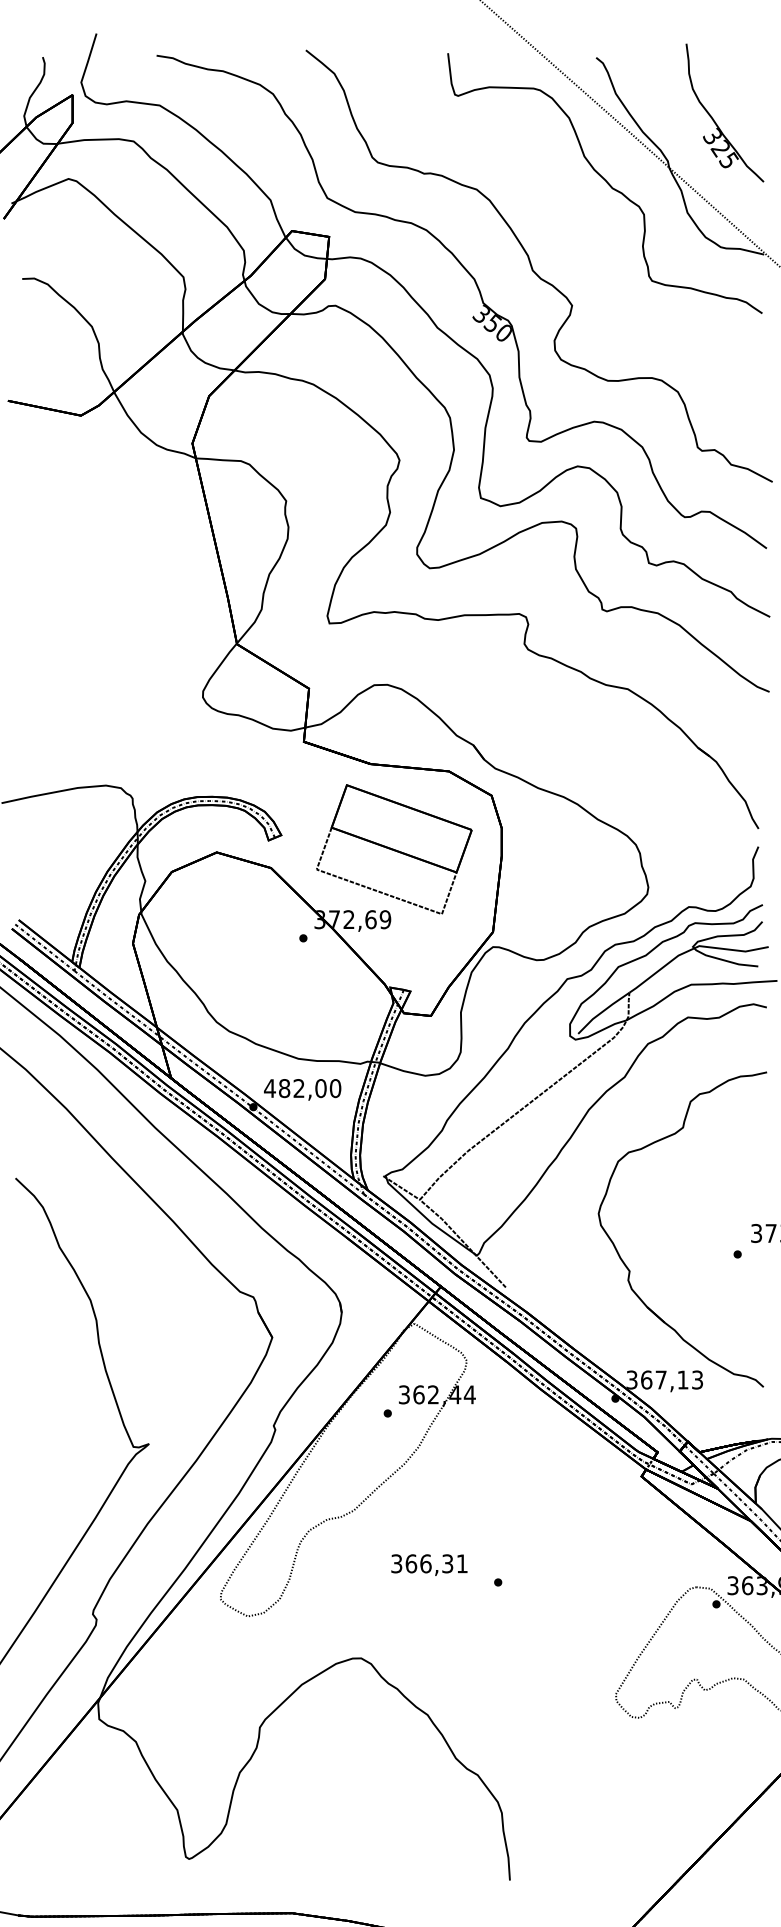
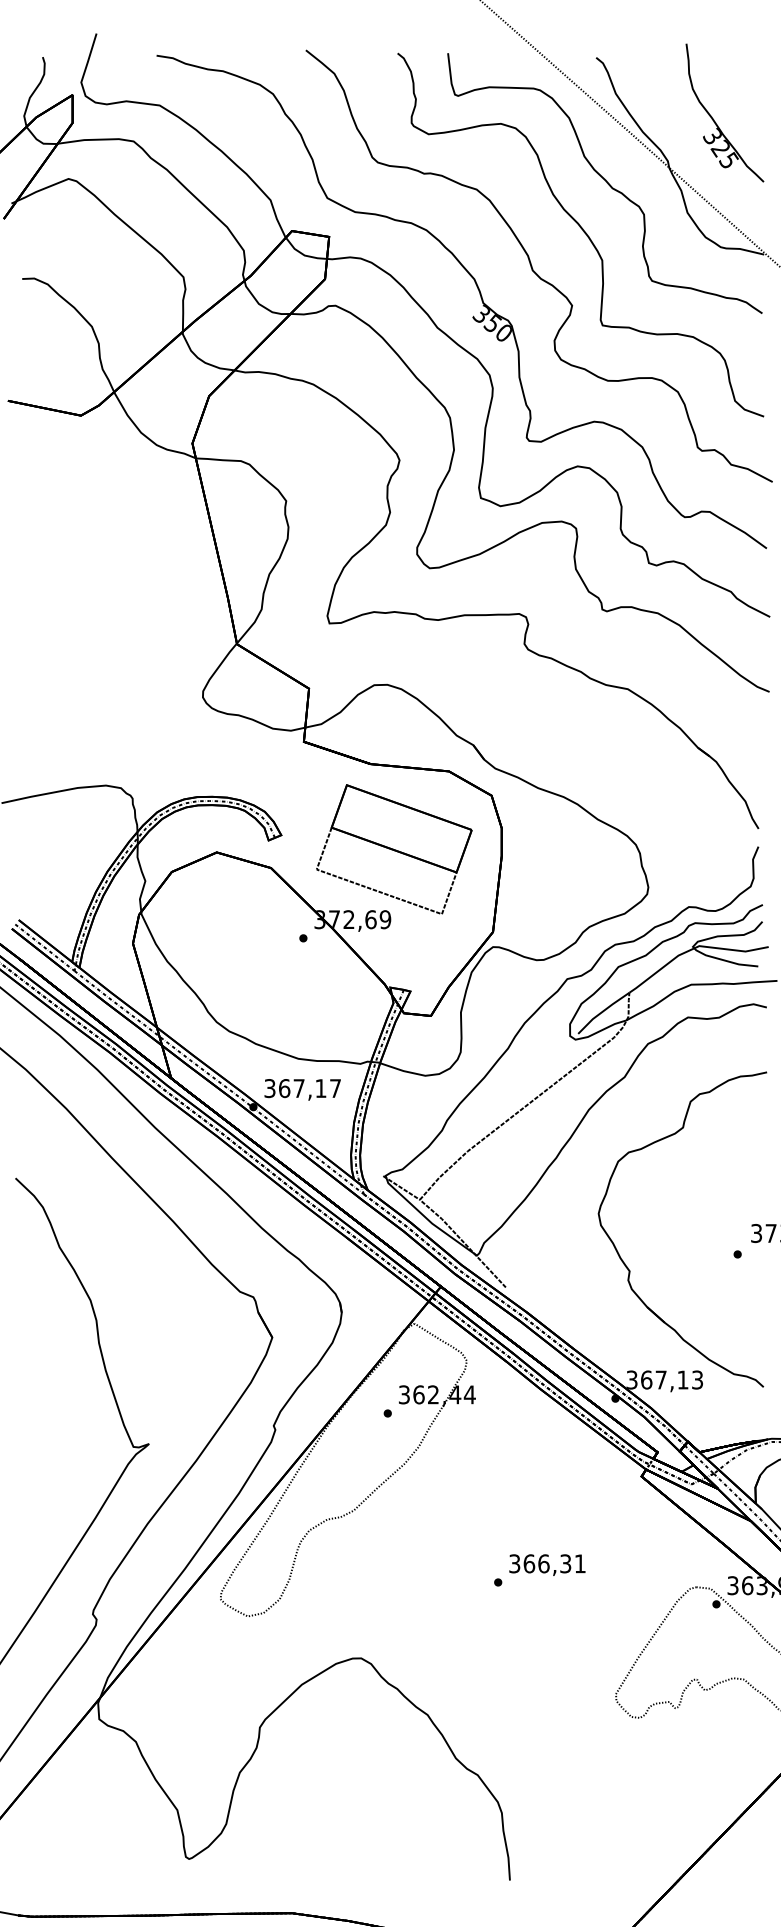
curve at (583, 232): none -> present
text at (302, 1088): 482,00 -> 367,17
text at (429, 1564) position: (429, 1564) -> (547, 1564)
